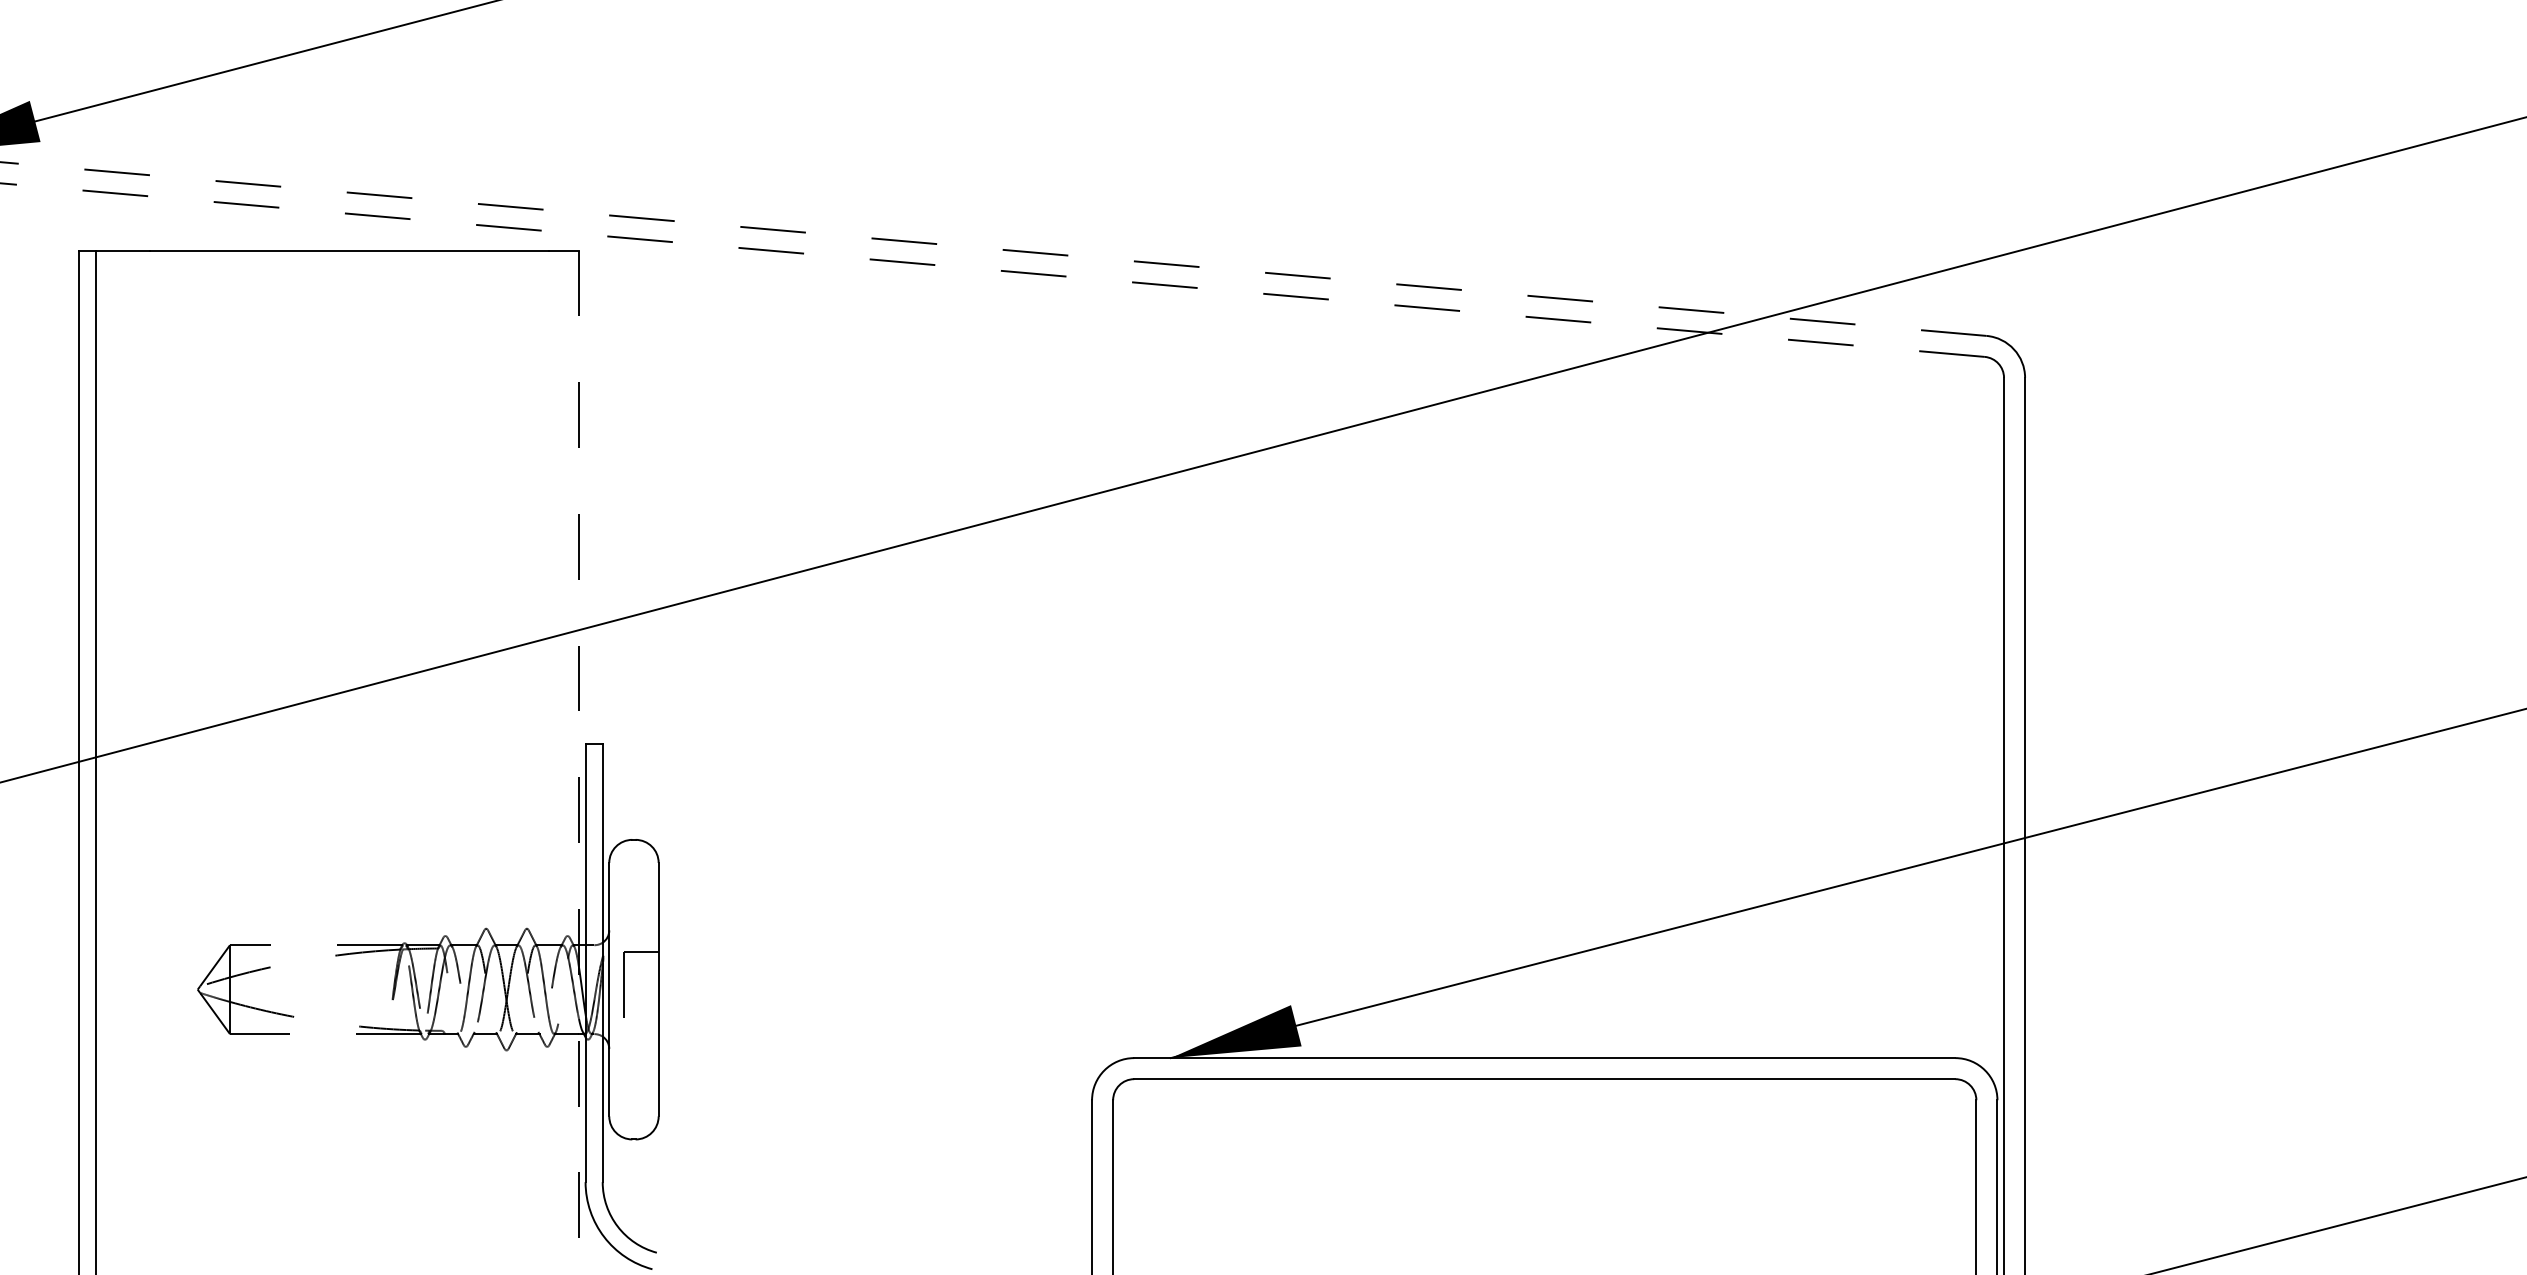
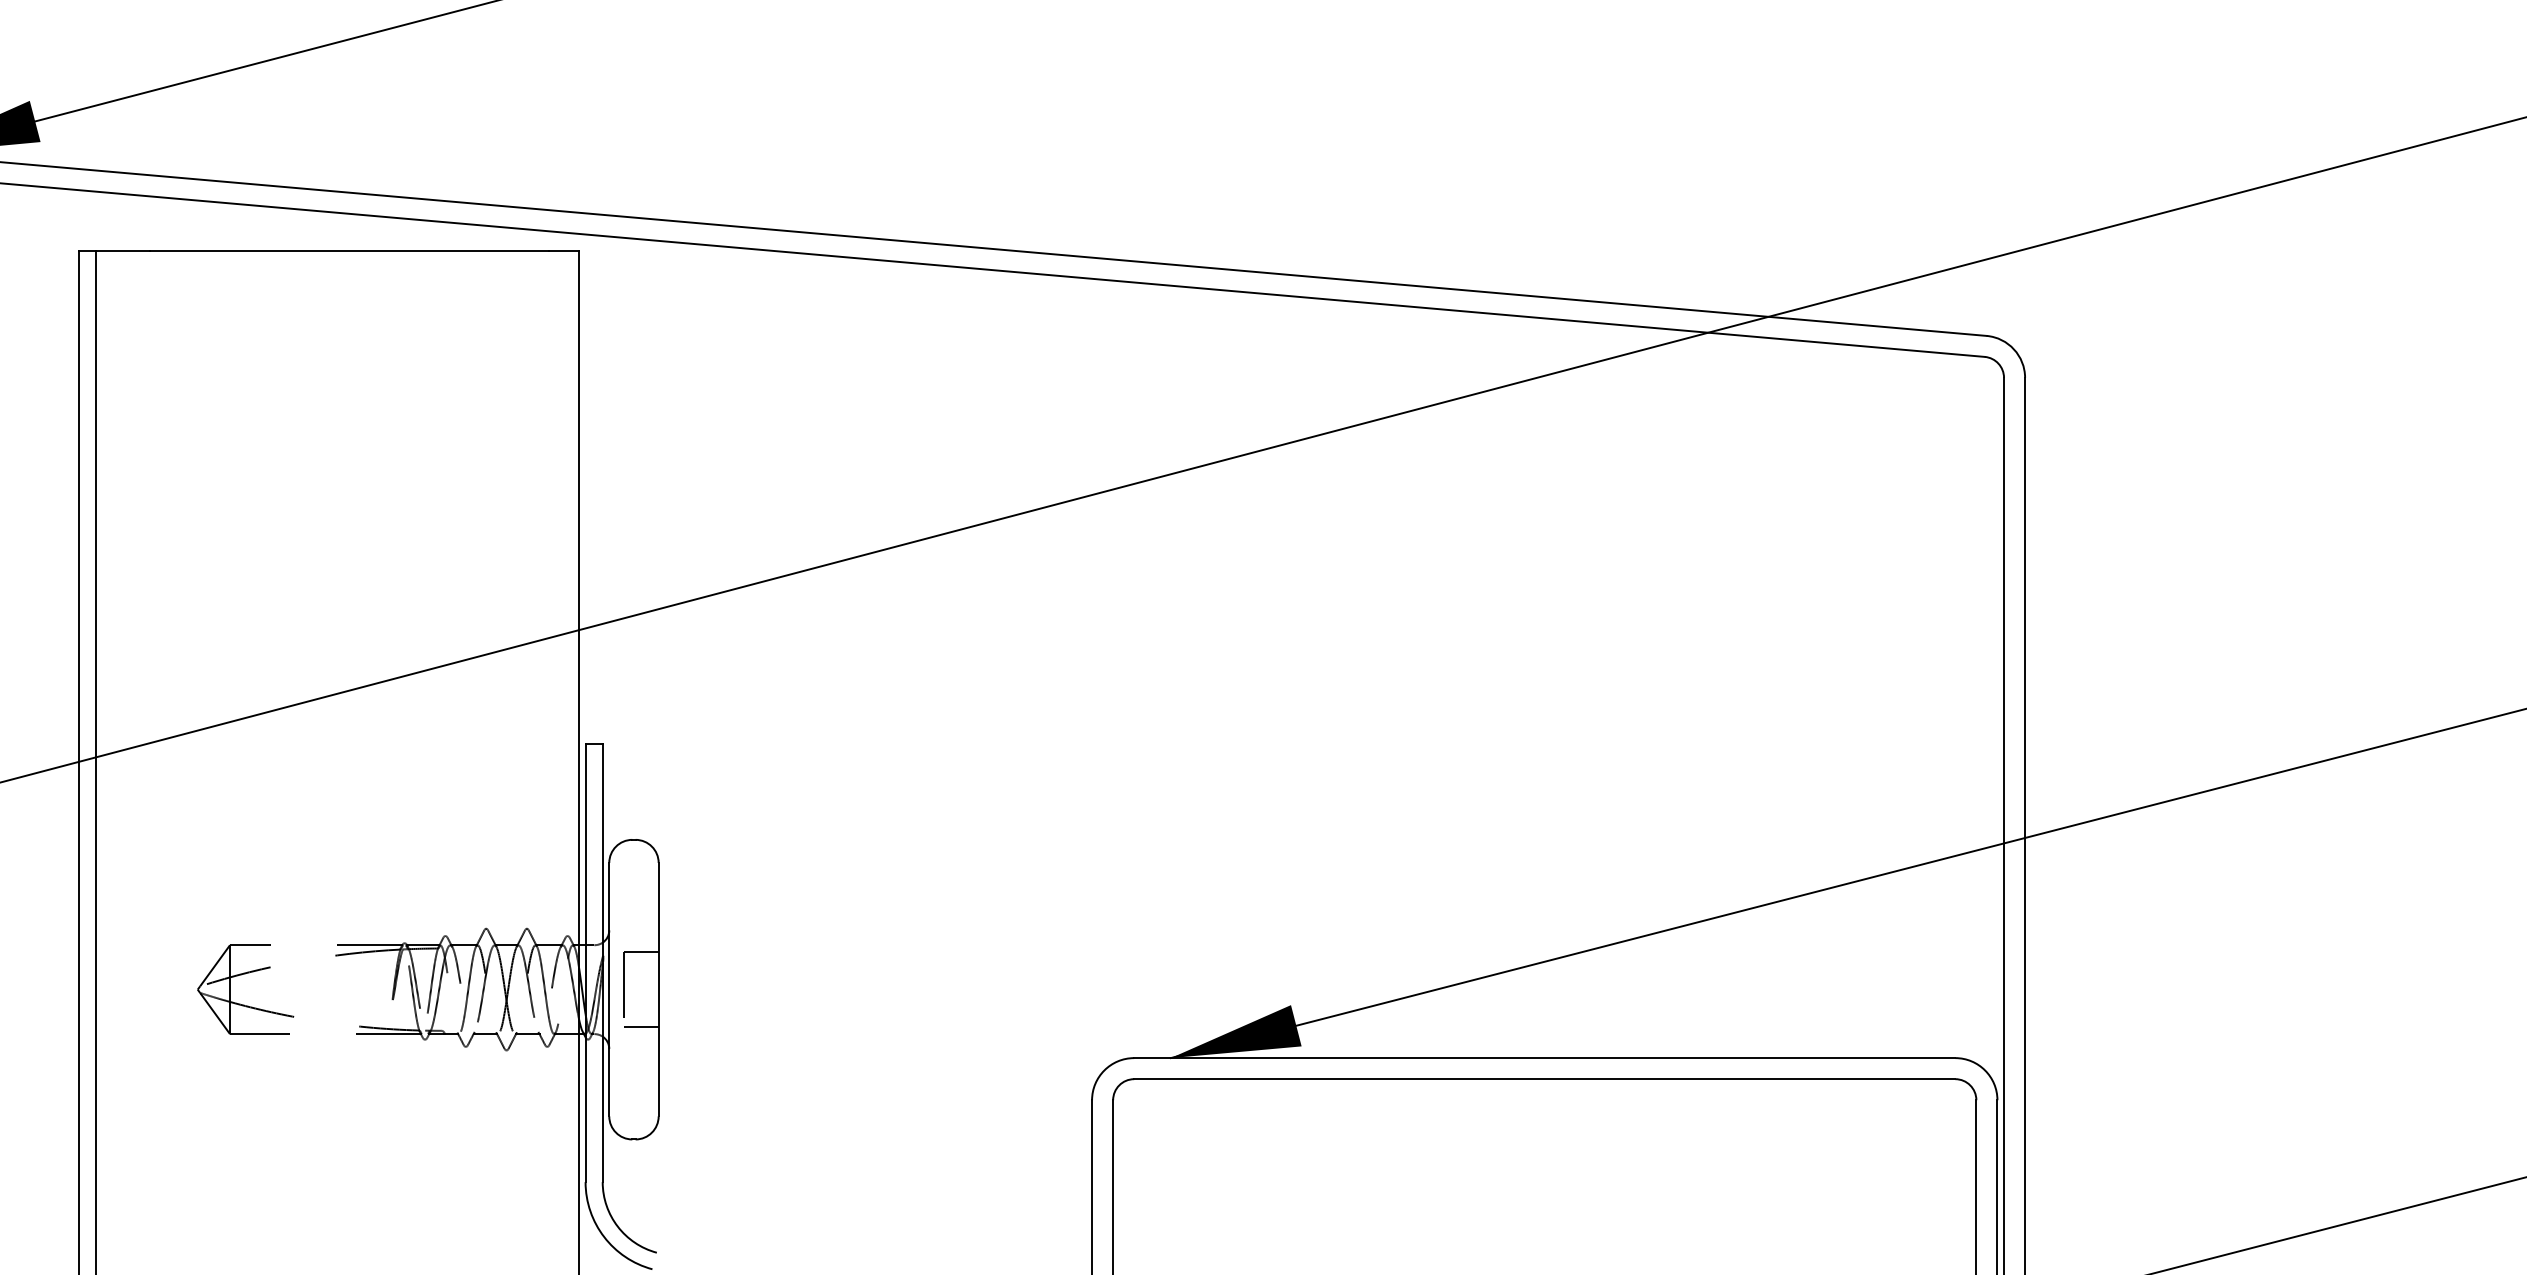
line at (993, 249): dashed -> solid
line at (992, 270): dashed -> solid
line at (579, 762): dashed -> solid
line at (641, 1026): none -> present
